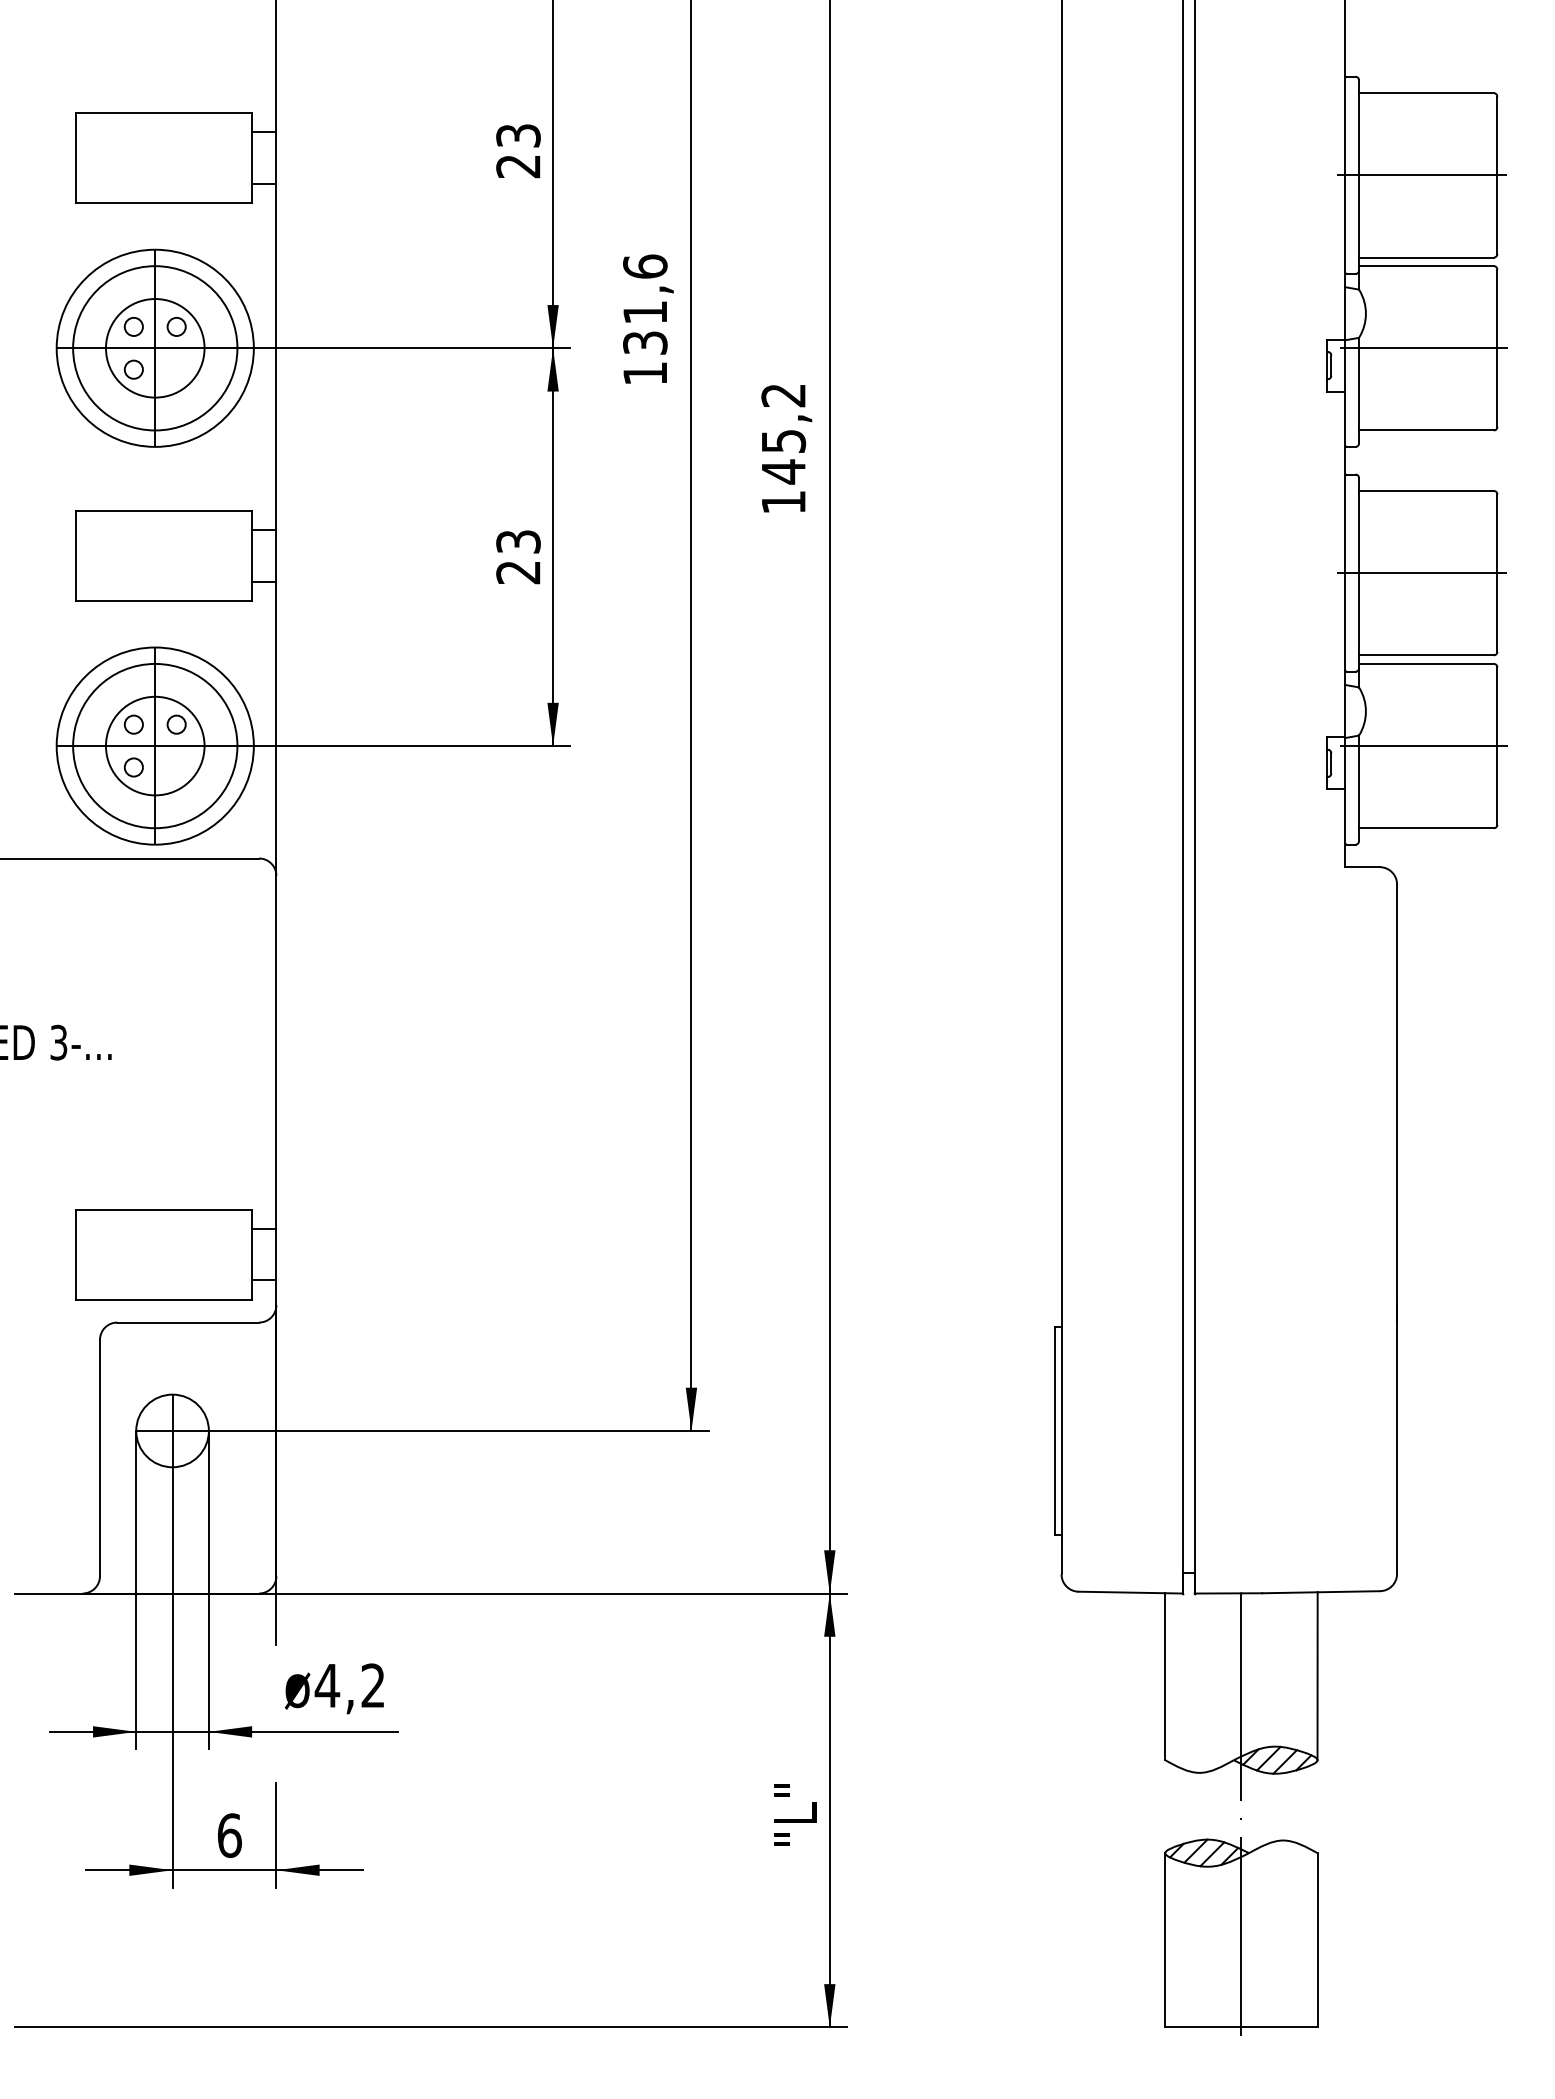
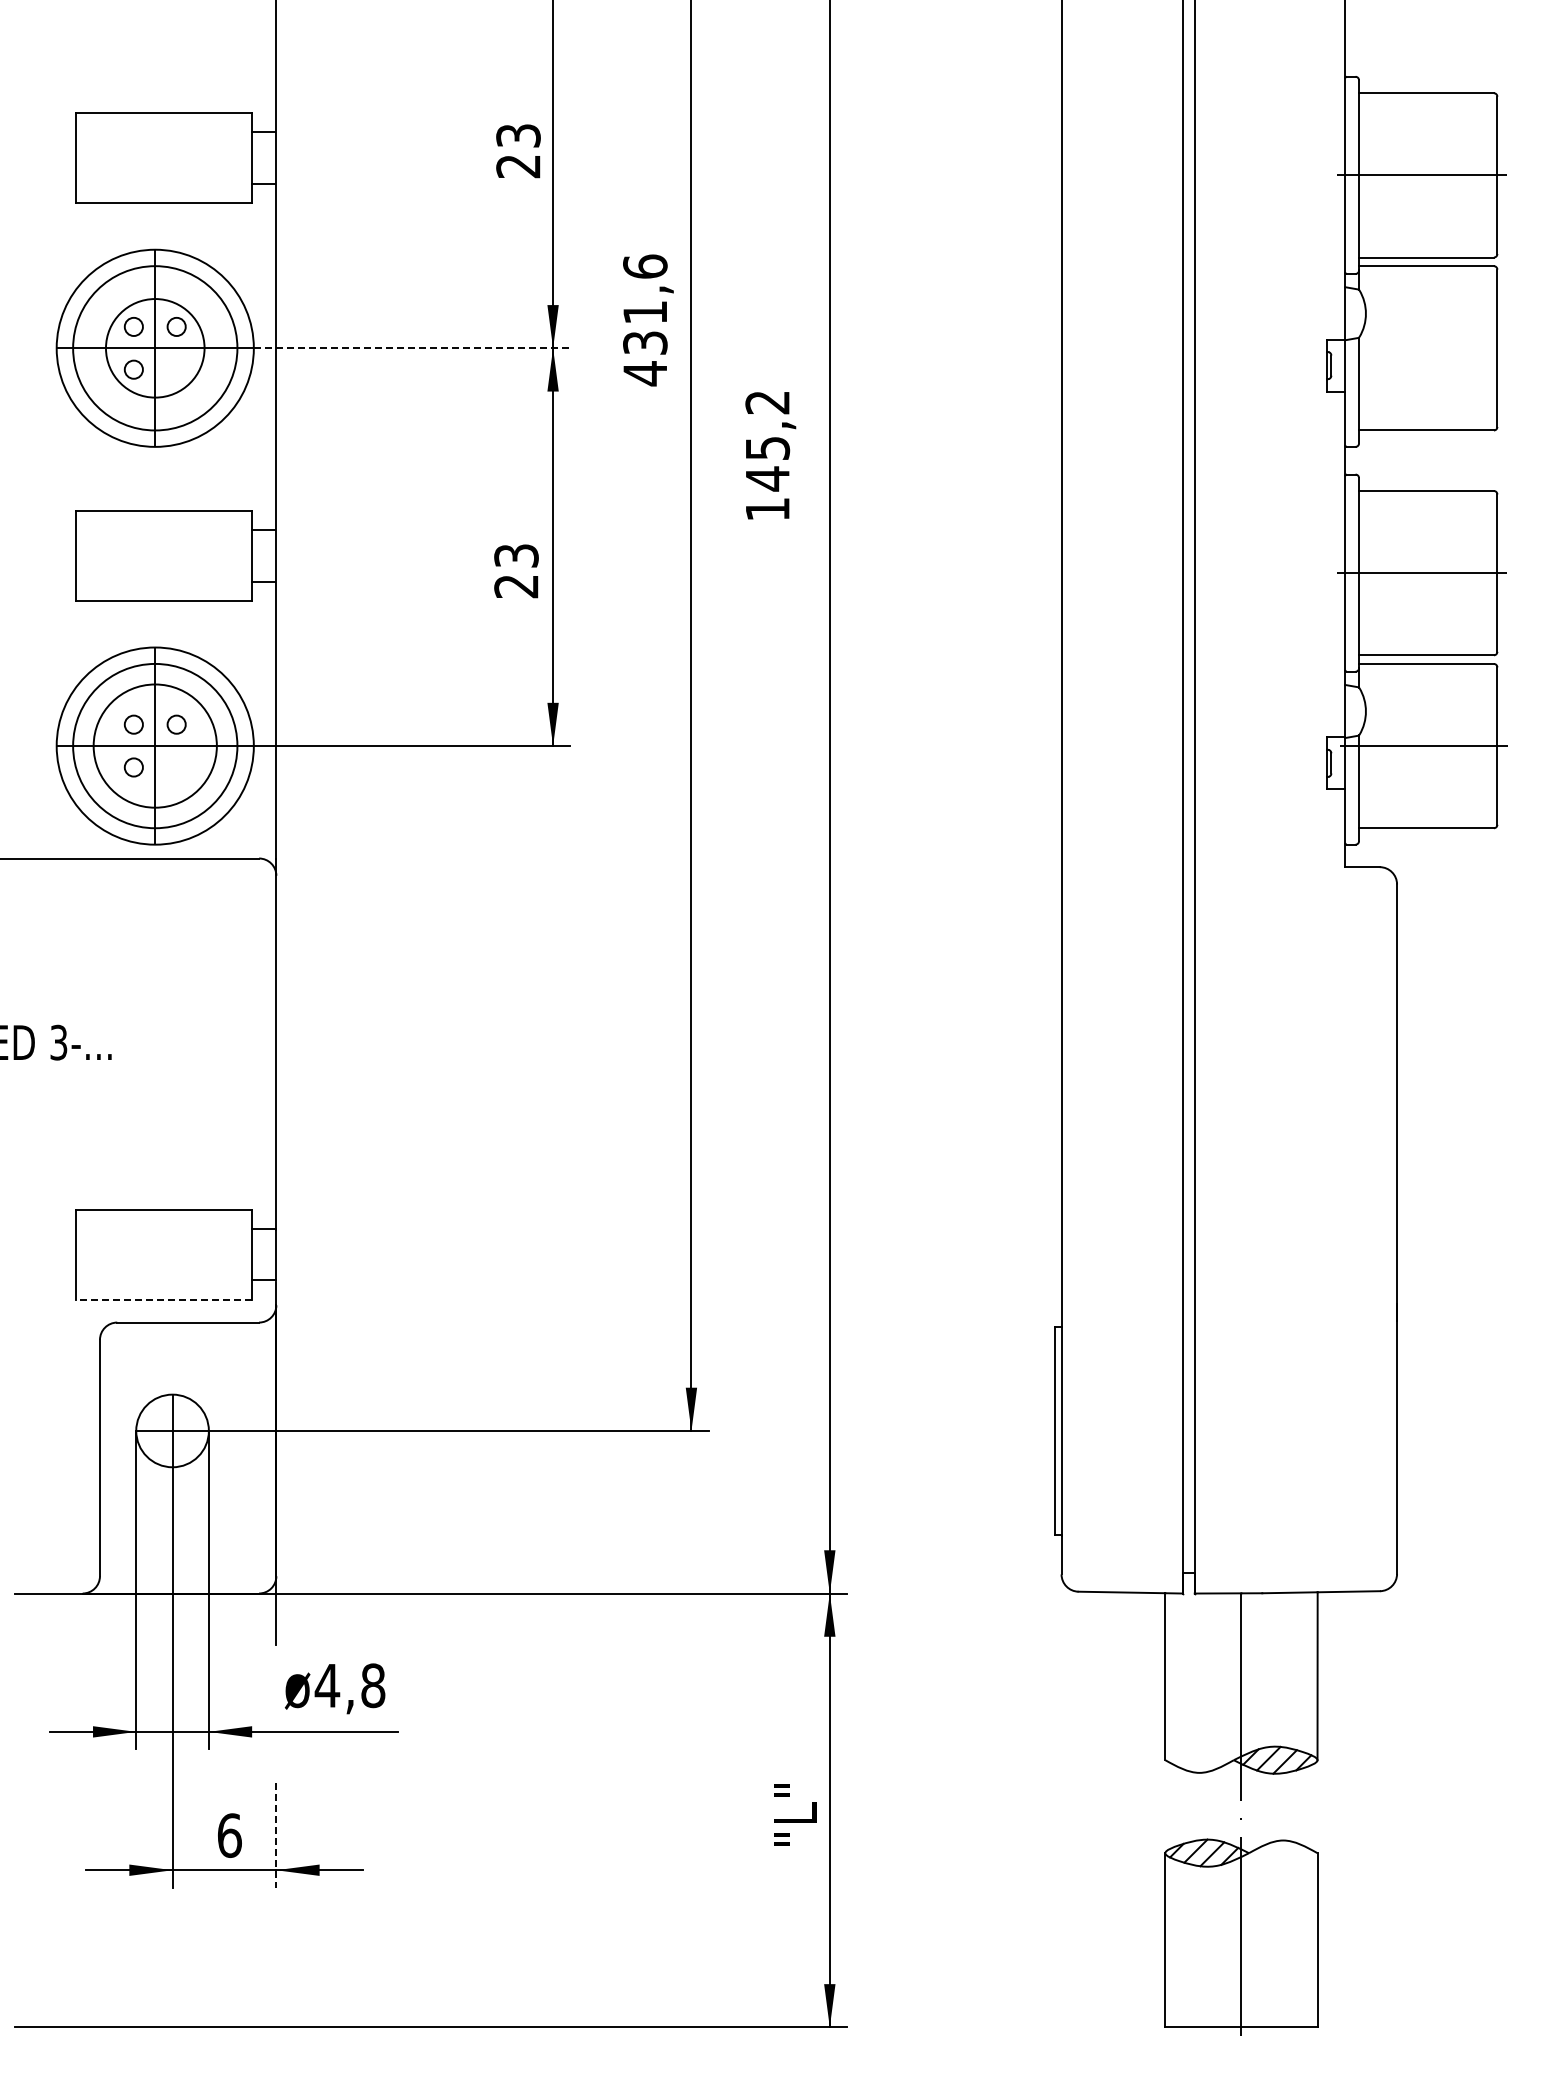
line at (412, 348): solid -> dashed
line at (1424, 348): present -> none
text at (644, 373): 131,6 -> 431,6
text at (786, 448) position: (786, 448) -> (770, 455)
text at (518, 557) position: (518, 557) -> (516, 571)
circle at (154, 745) diameter: 99 px -> 123 px
line at (163, 1299): solid -> dashed
text at (373, 1685): ø4,2 -> ø4,8
line at (276, 1835): solid -> dashed
